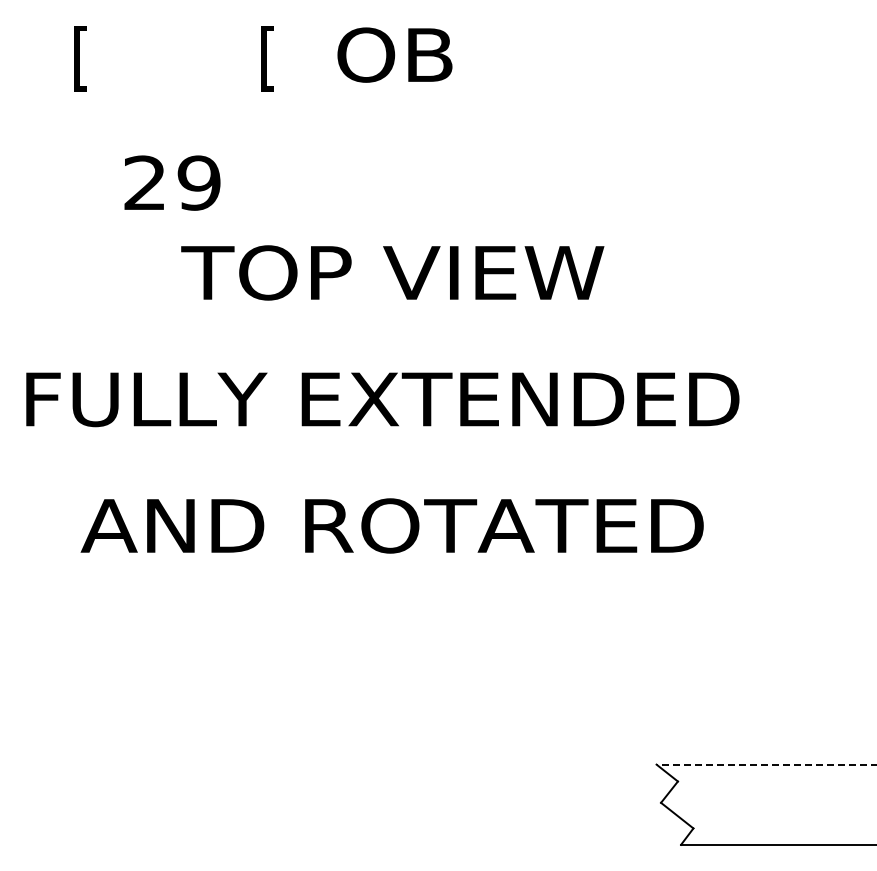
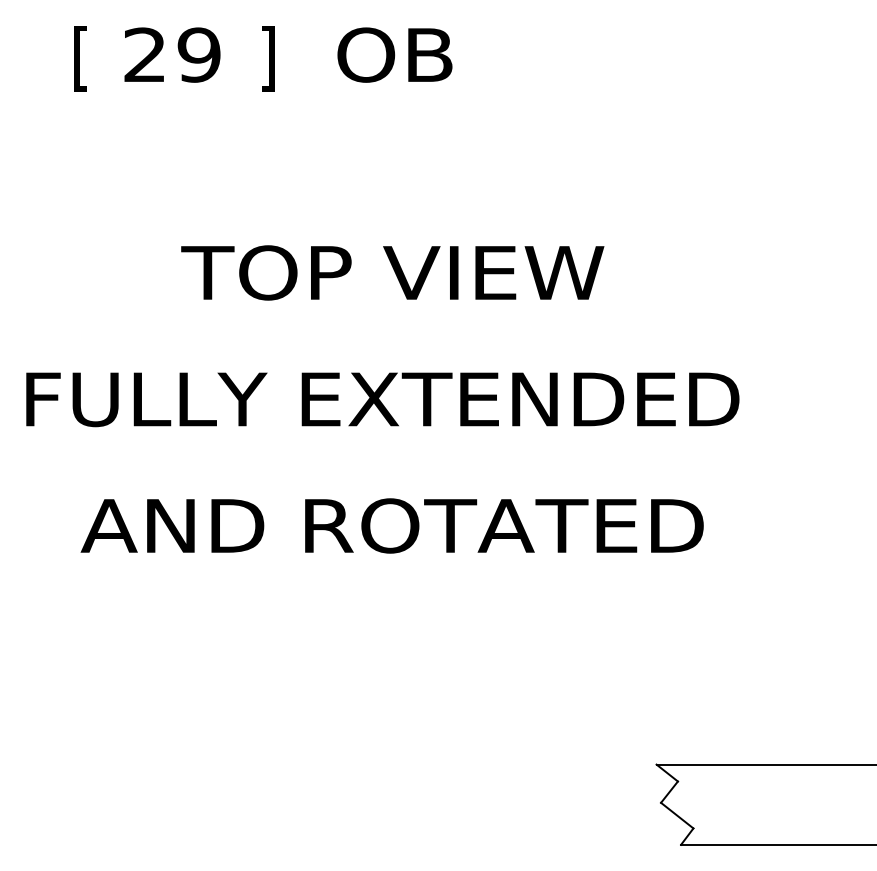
text at (267, 58): [ -> ]
text at (172, 182) position: (172, 182) -> (172, 54)
line at (766, 764): dashed -> solid
